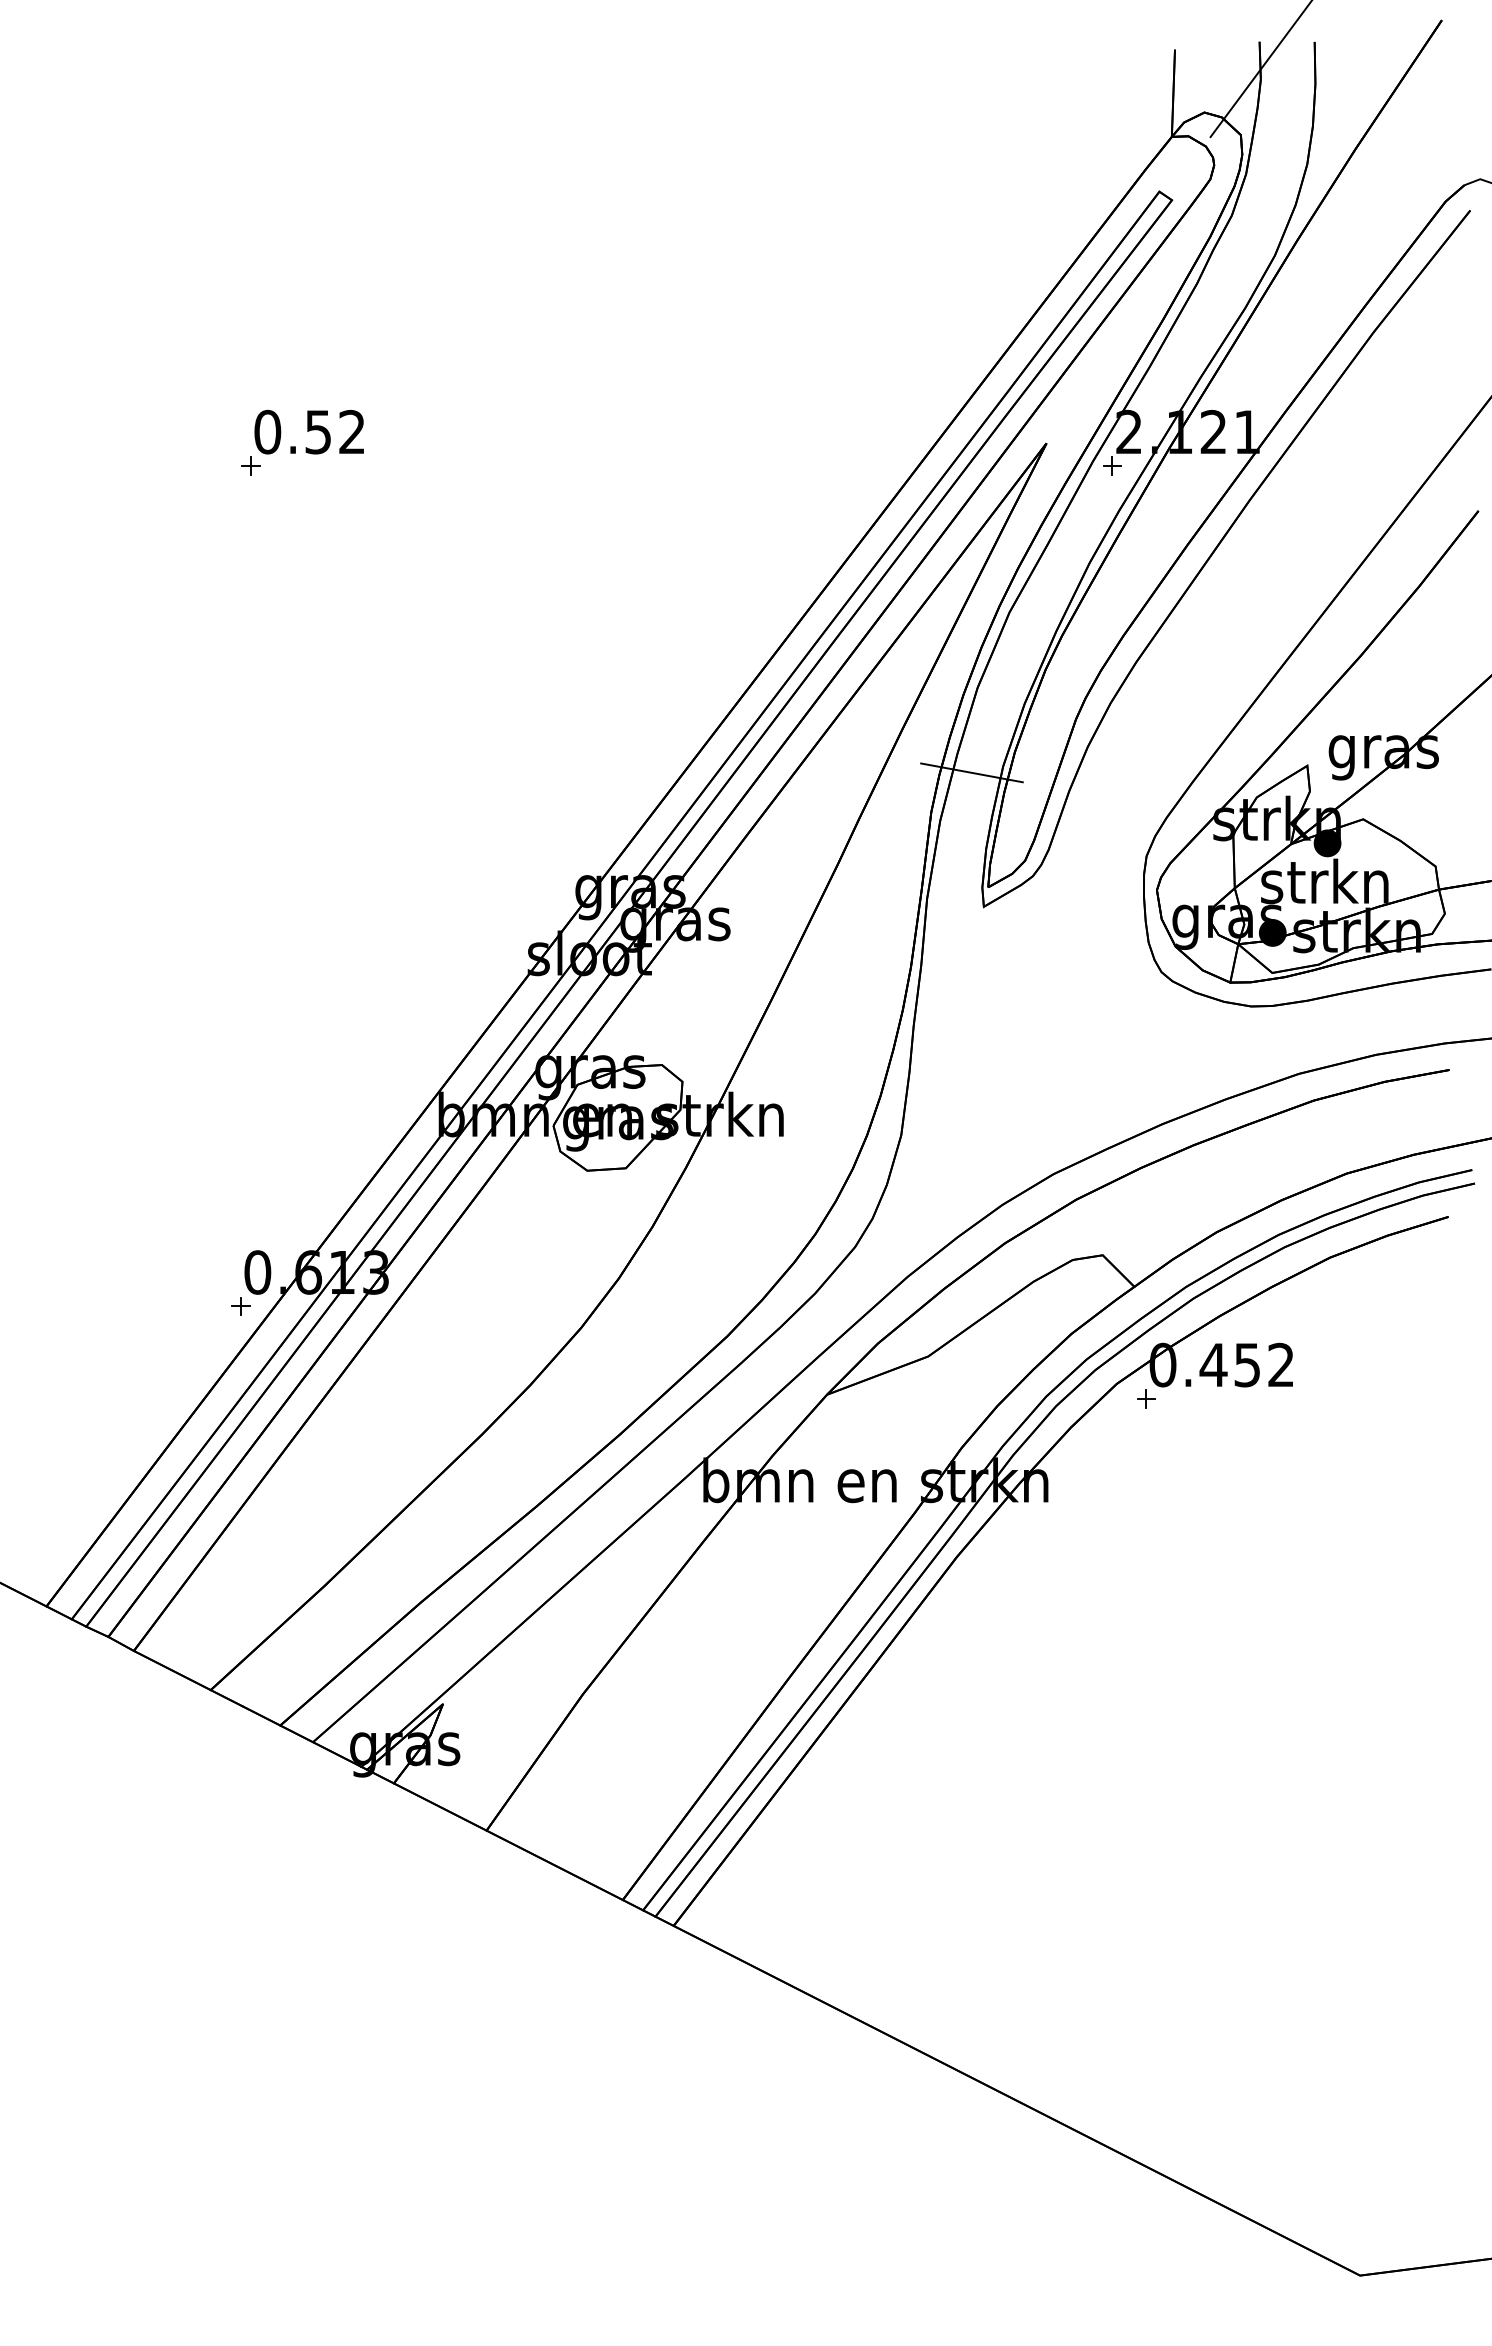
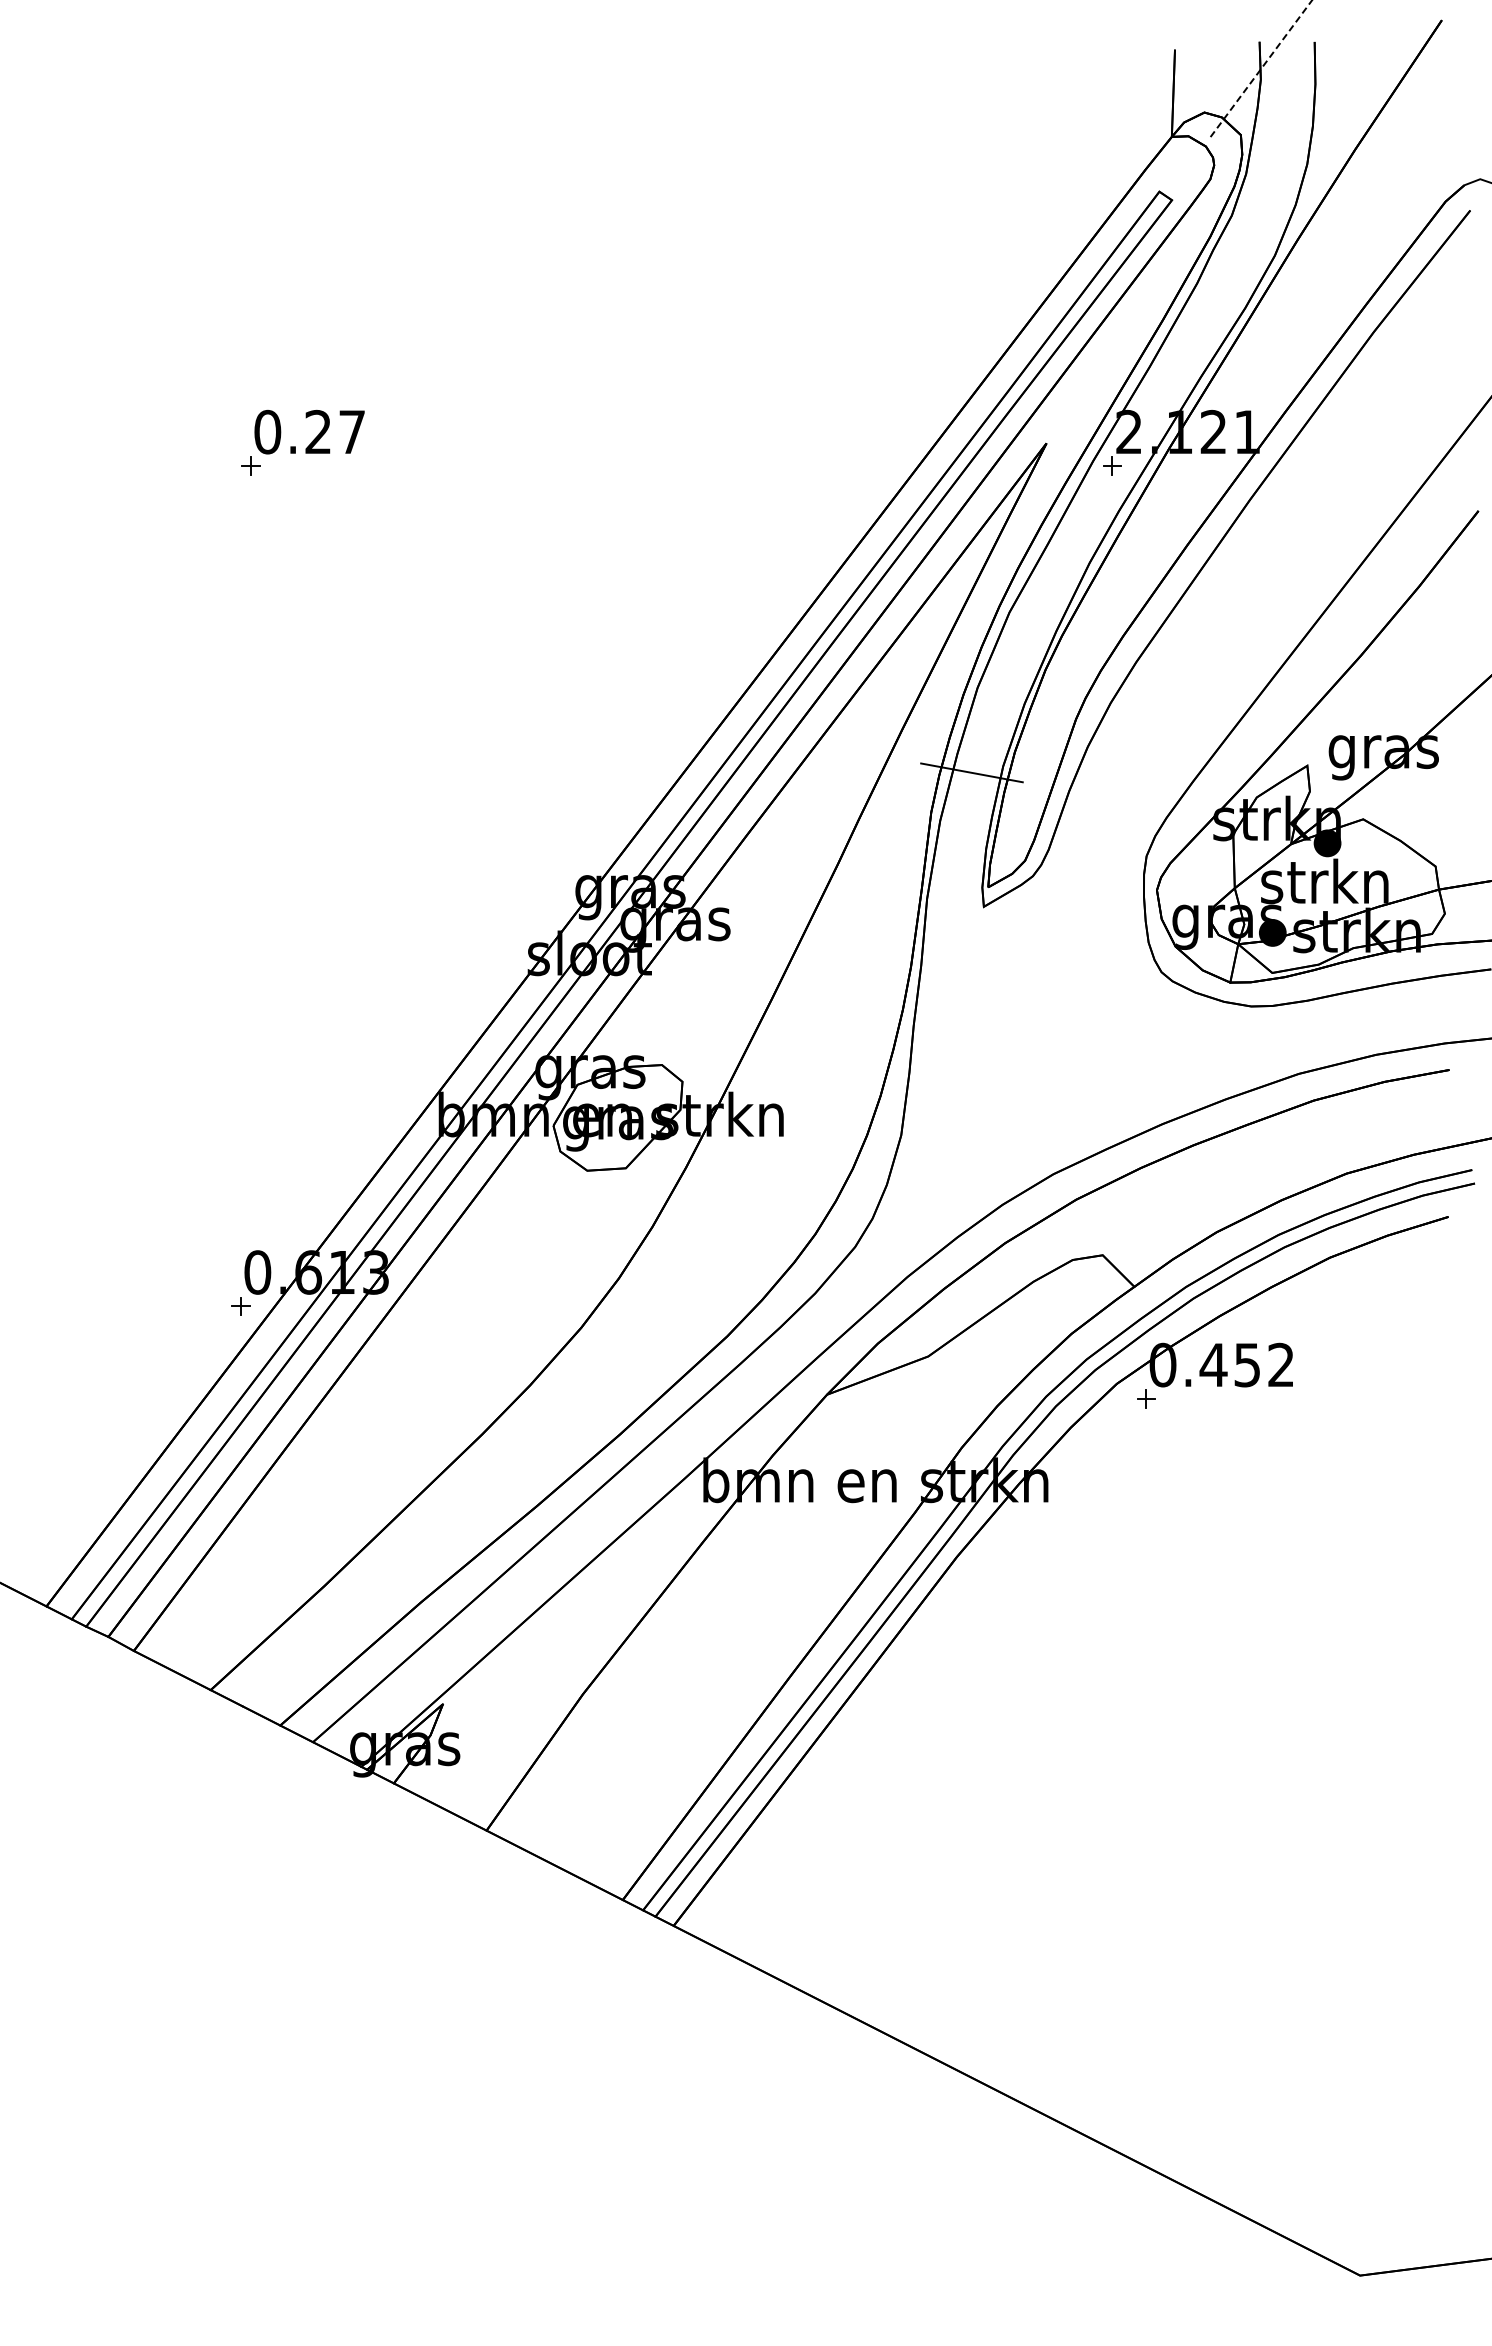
line at (1261, 68): solid -> dashed
text at (334, 431): 0.52 -> 0.27
